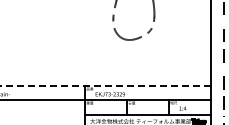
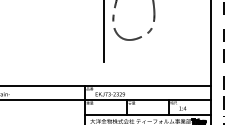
line at (103, 32): none -> present
line at (104, 86): dashed -> solid
